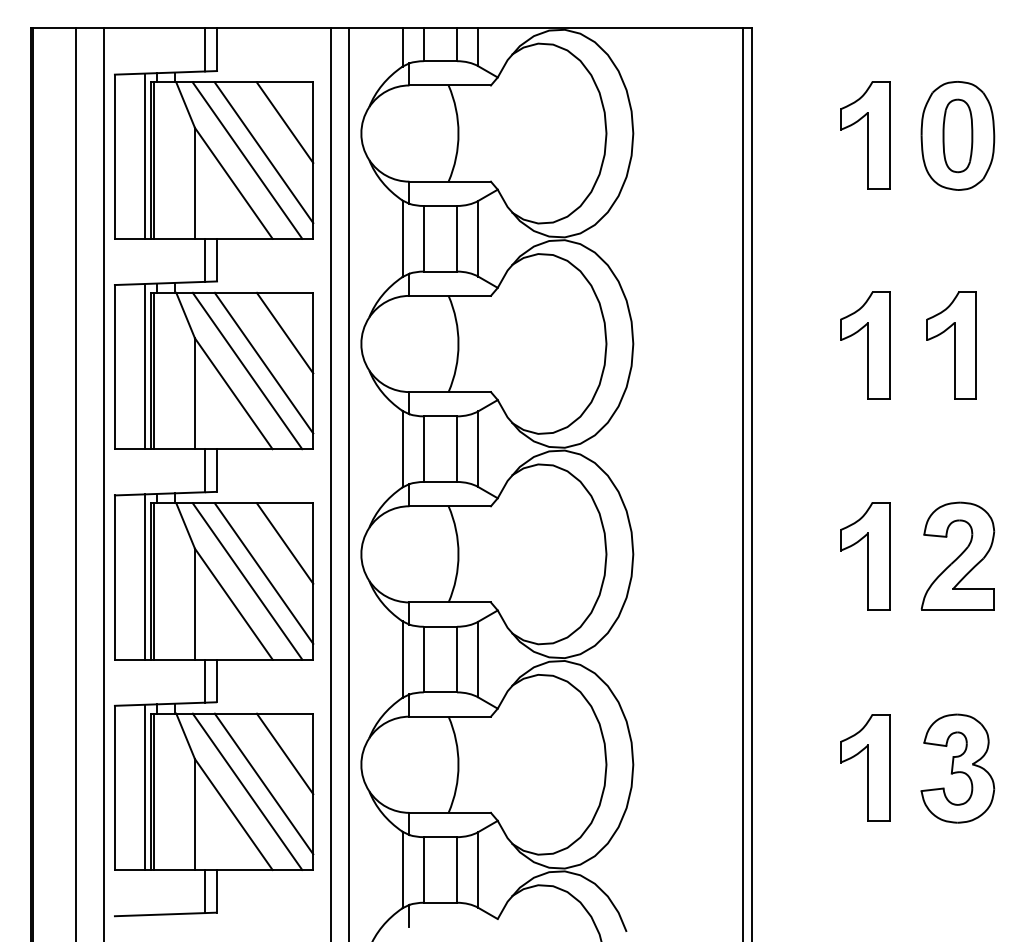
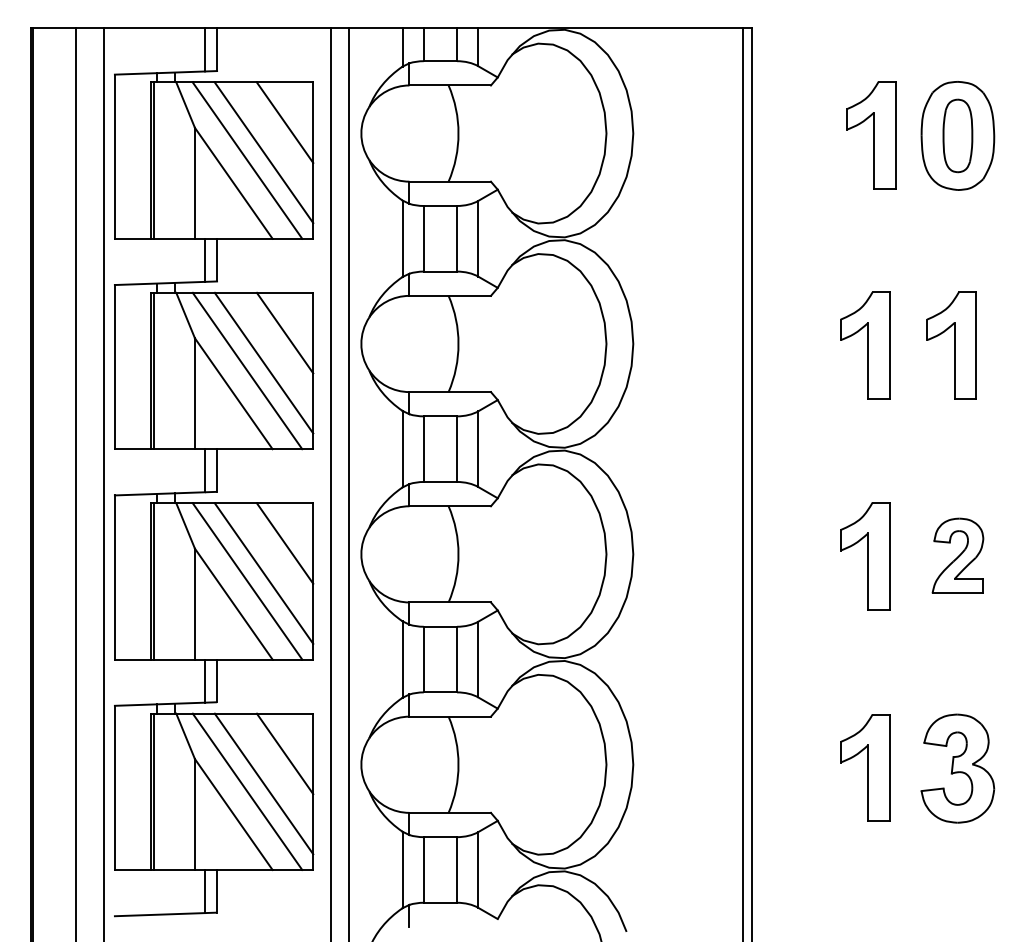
part at (865, 135) position: (865, 135) -> (871, 135)
line at (144, 155): present -> none
line at (144, 366): present -> none
part at (957, 555) size: 76x110 px -> 54x77 px
line at (144, 576): present -> none
line at (144, 786): present -> none
